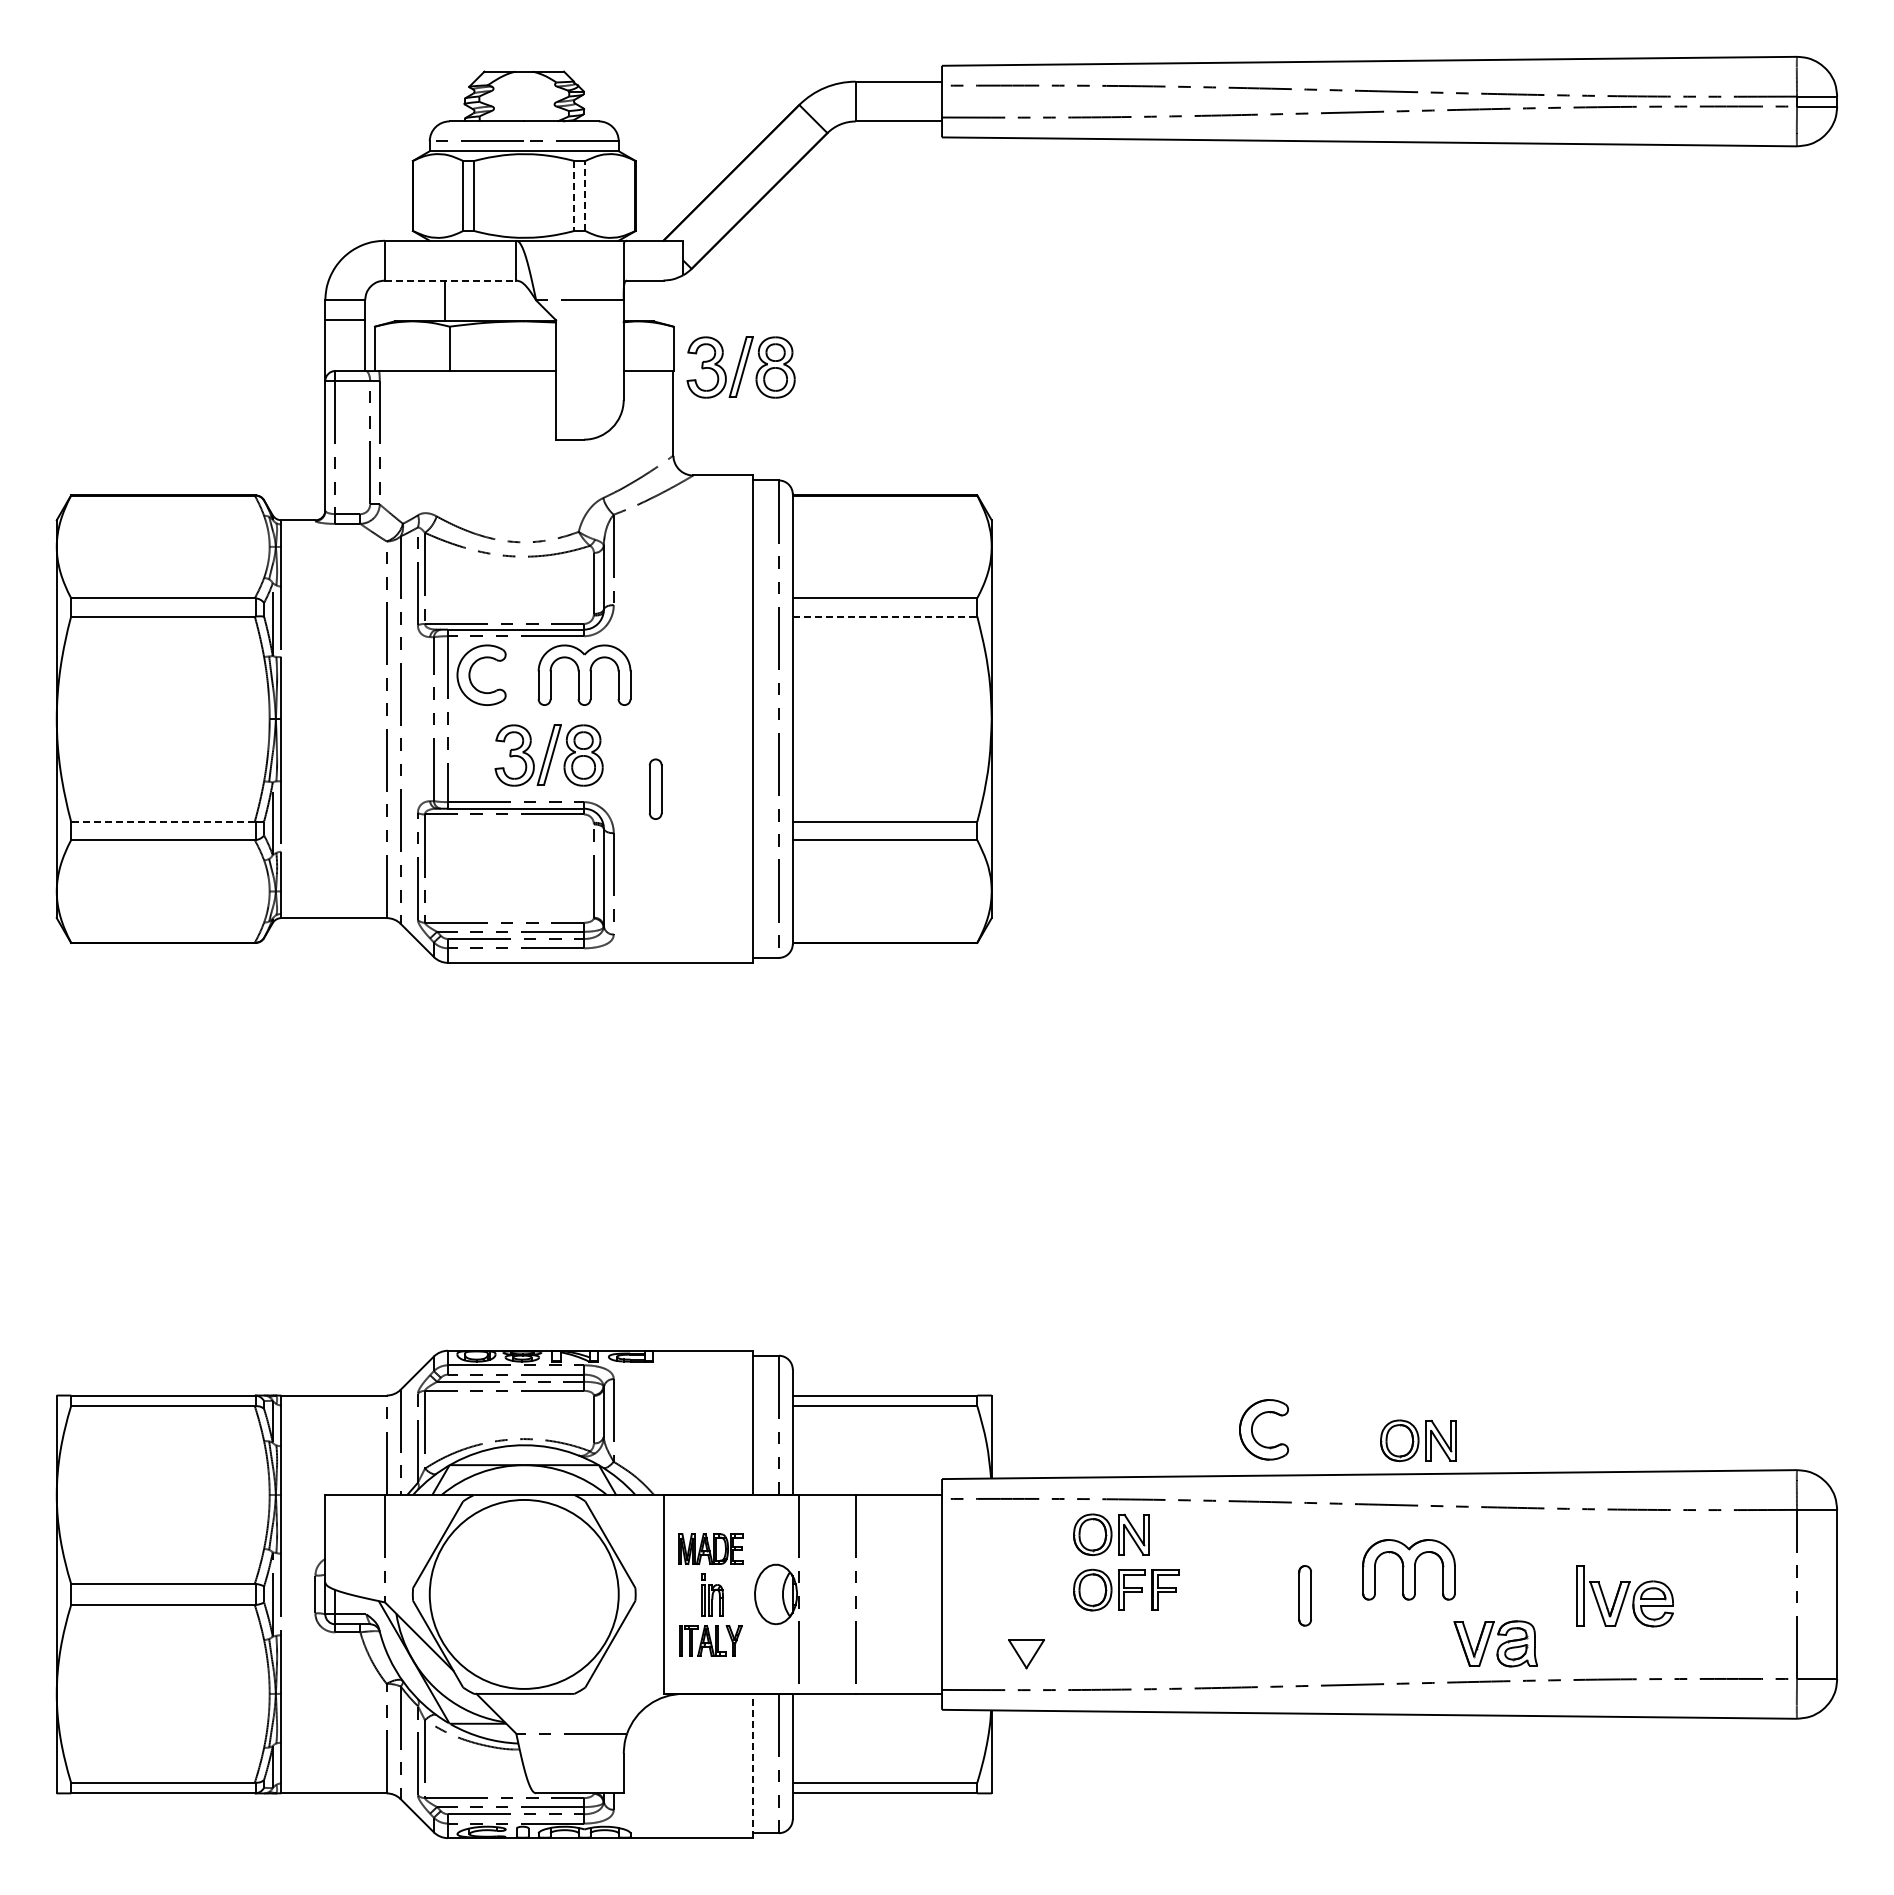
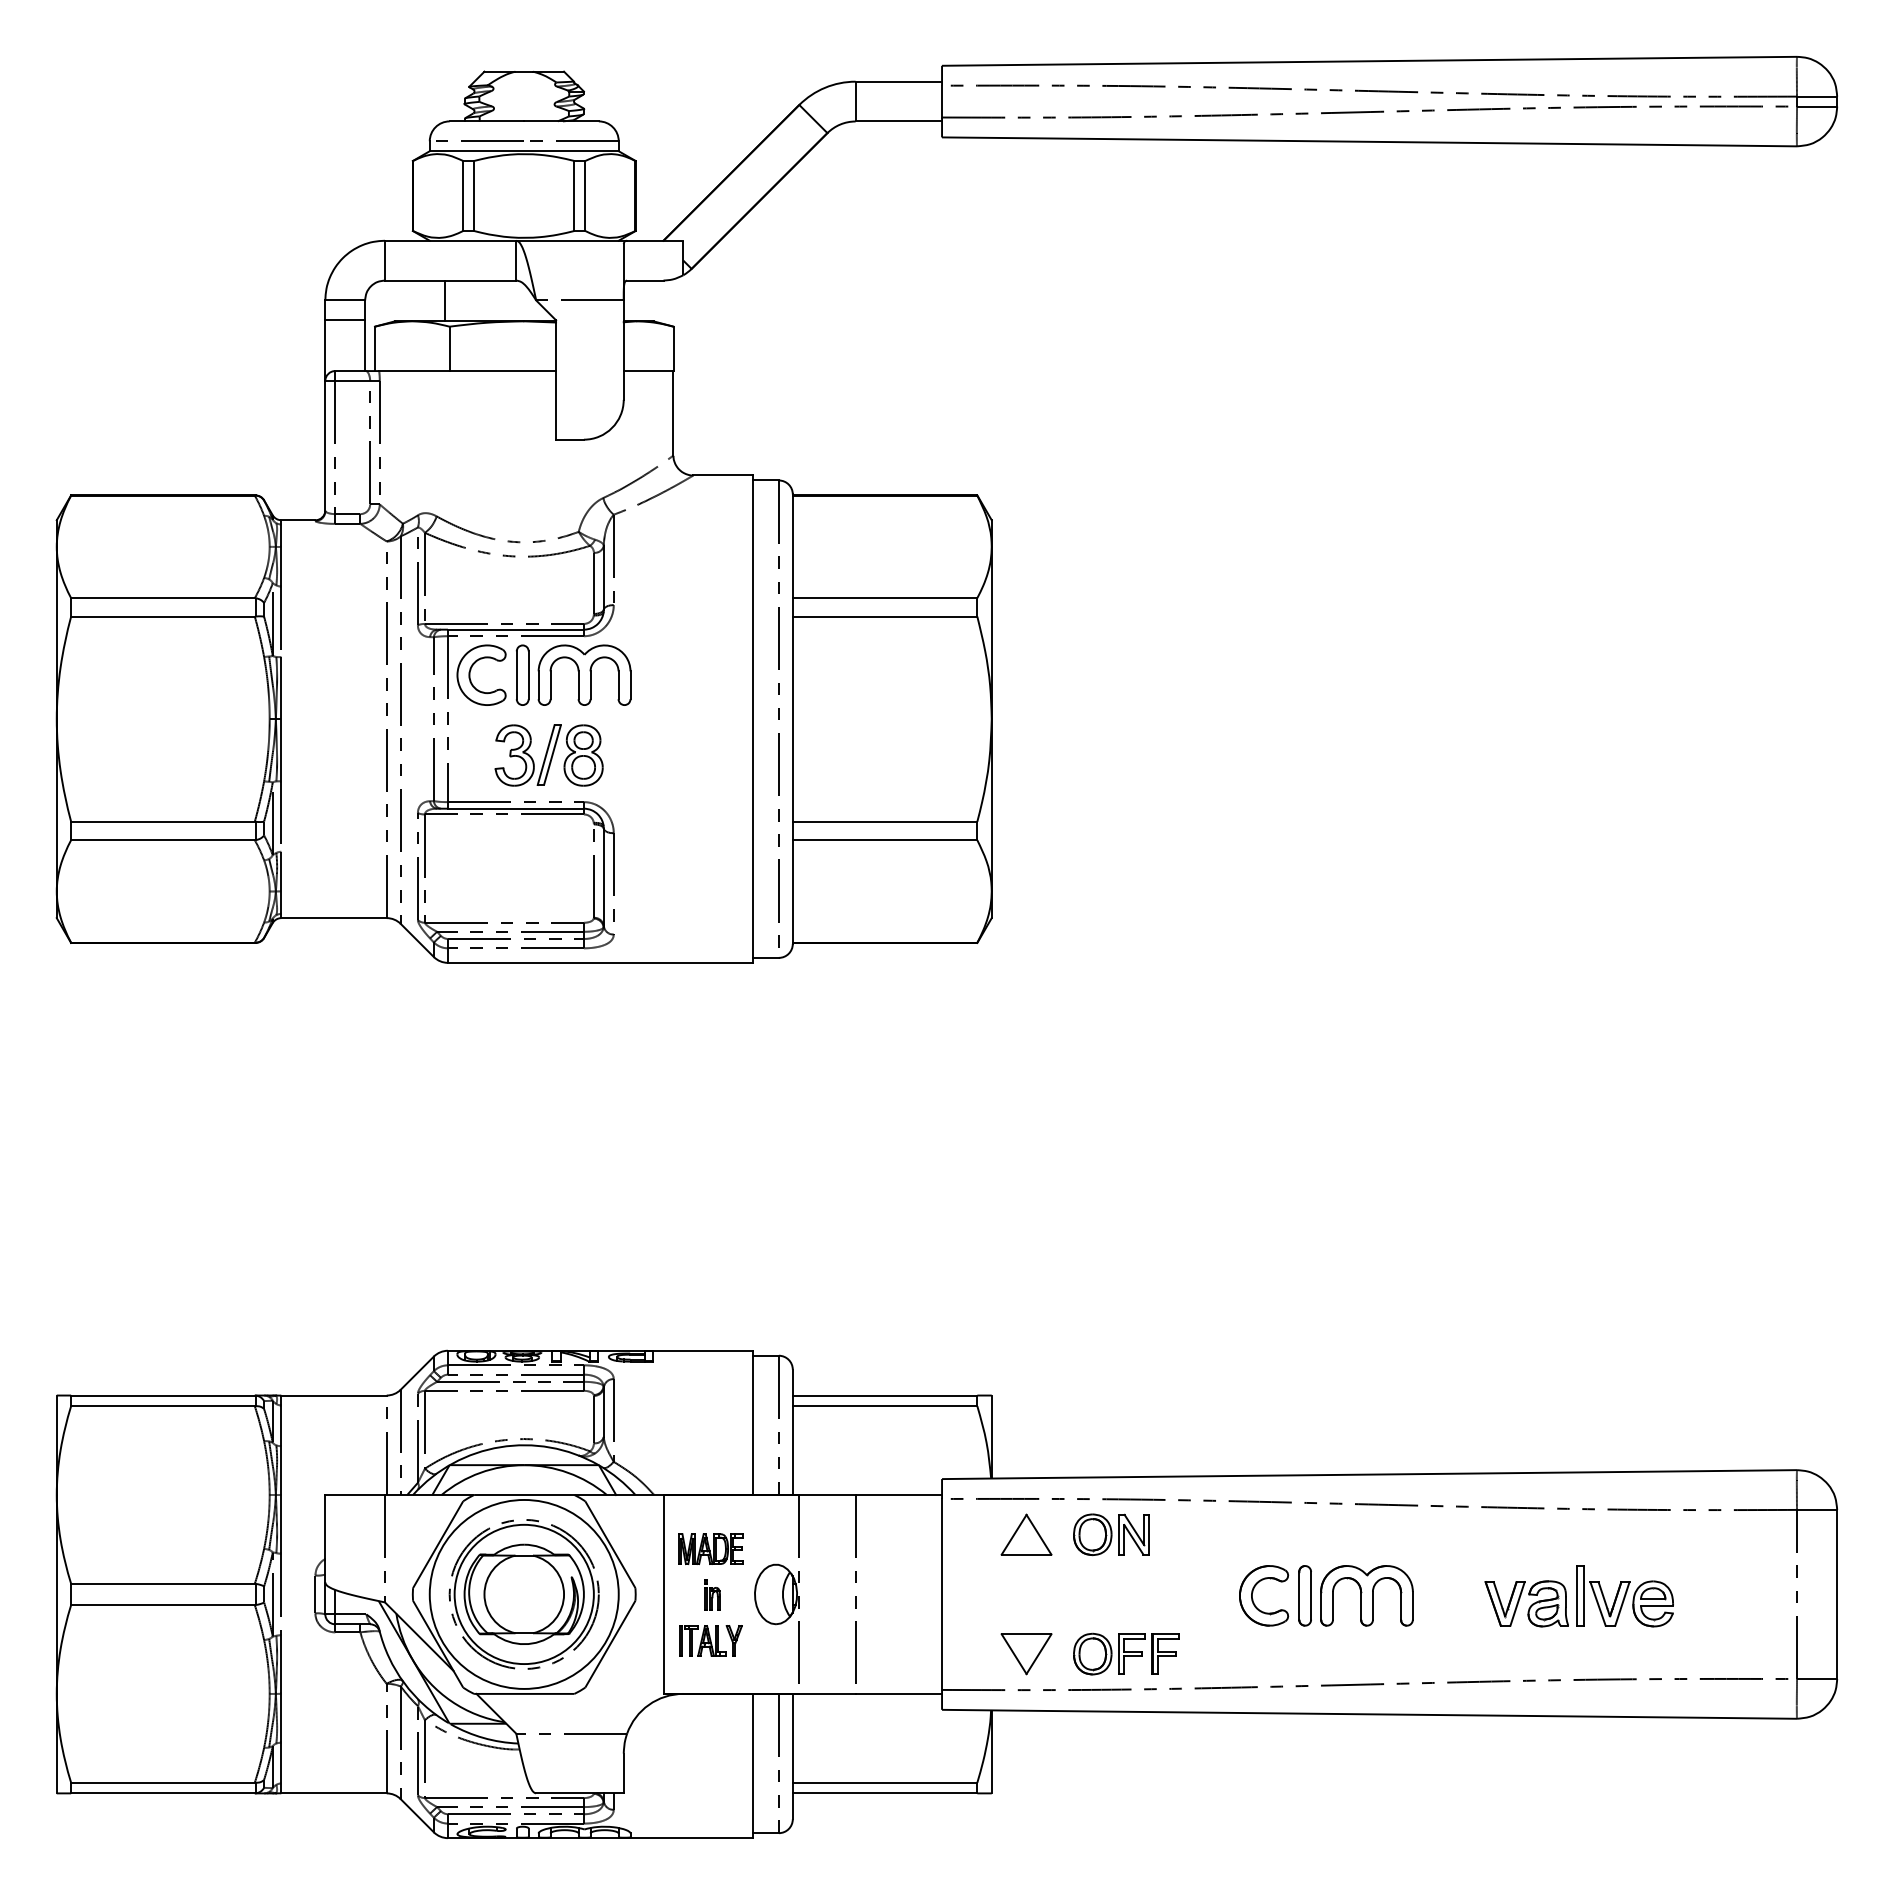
line at (574, 196): dashed -> solid
line at (585, 196): dashed -> solid
line at (450, 280): dashed -> solid
part at (740, 367): present -> none
line at (885, 616): dashed -> solid
part at (655, 788) position: (655, 788) -> (522, 674)
line at (162, 821): dashed -> solid
part at (1253, 1426) position: (1253, 1426) -> (1253, 1592)
part at (1418, 1440): present -> none
part at (1026, 1534): none -> present
part at (1408, 1569) position: (1408, 1569) -> (1366, 1595)
part at (1126, 1589) position: (1126, 1589) -> (1126, 1653)
part at (523, 1594): none -> present
part at (712, 1594) size: 23x44 px -> 17x32 px
part at (1495, 1643) position: (1495, 1643) -> (1526, 1603)
part at (1026, 1654) size: 37x31 px -> 53x43 px
line at (753, 1765): dashed -> solid
